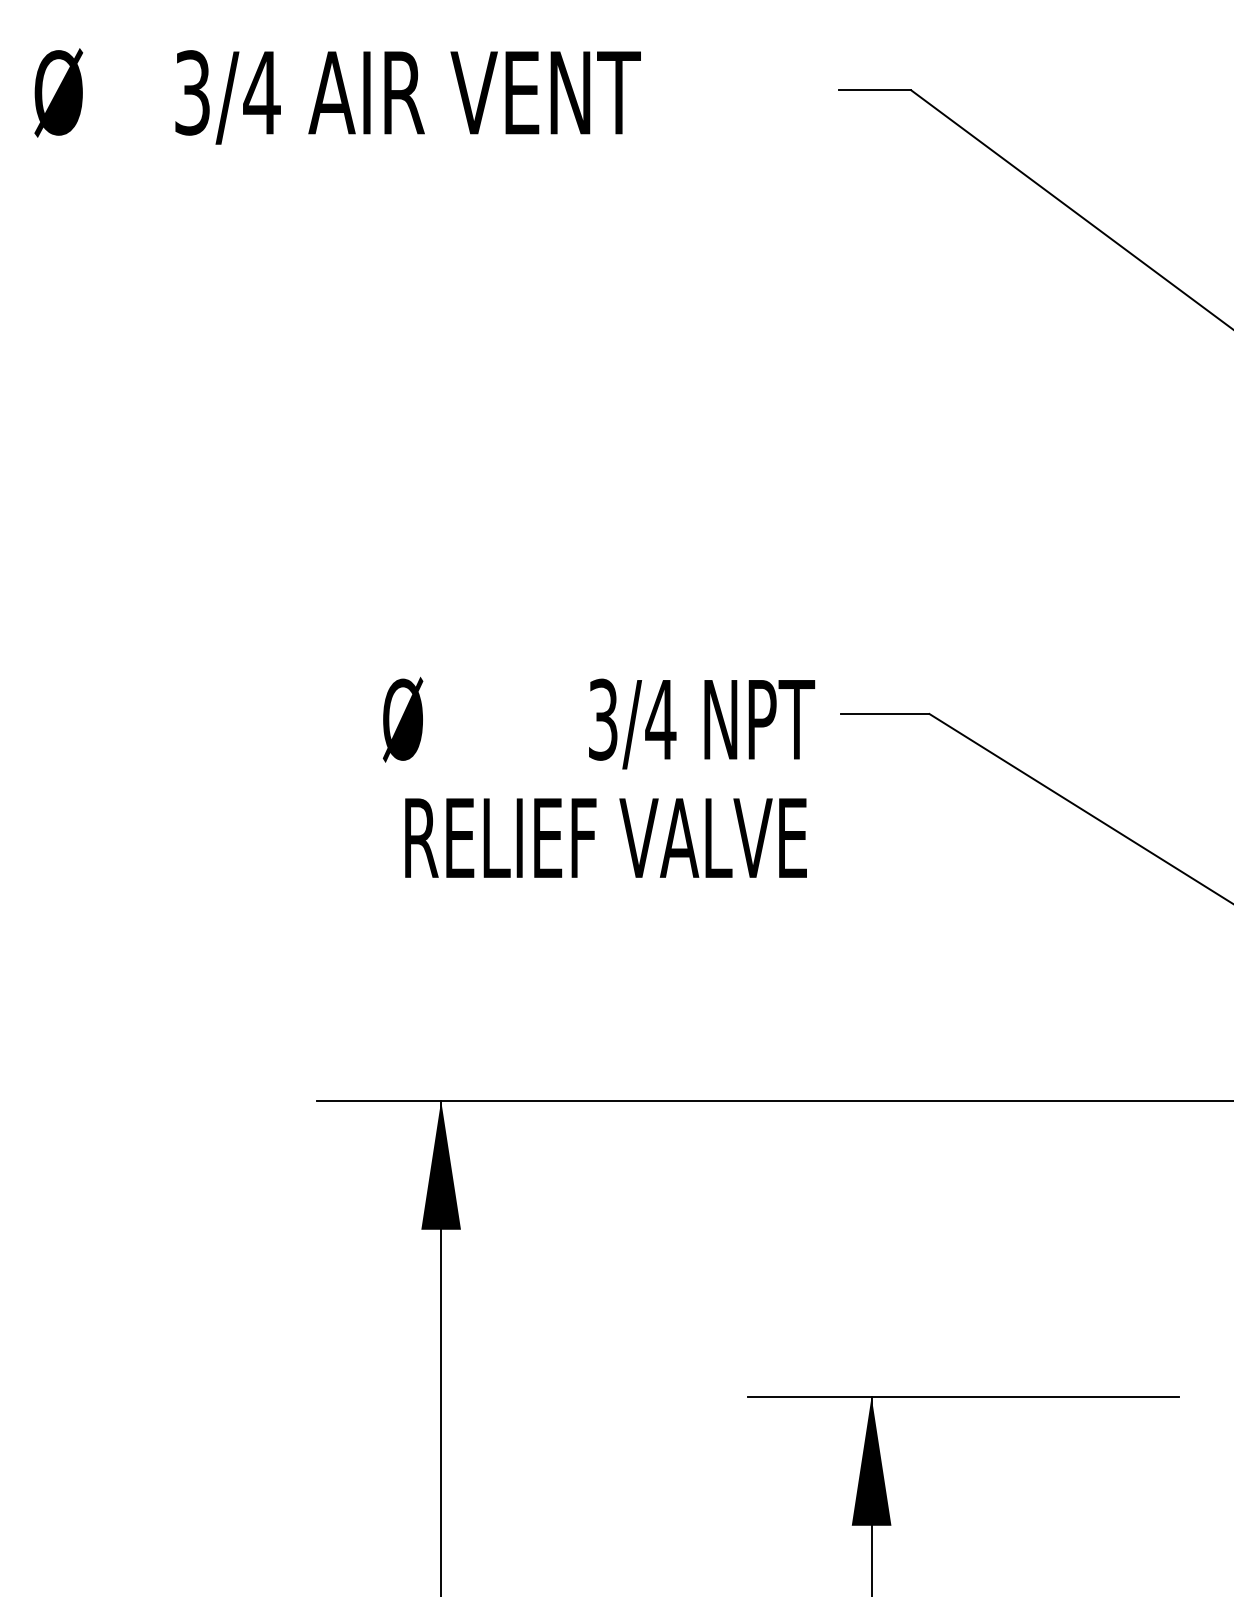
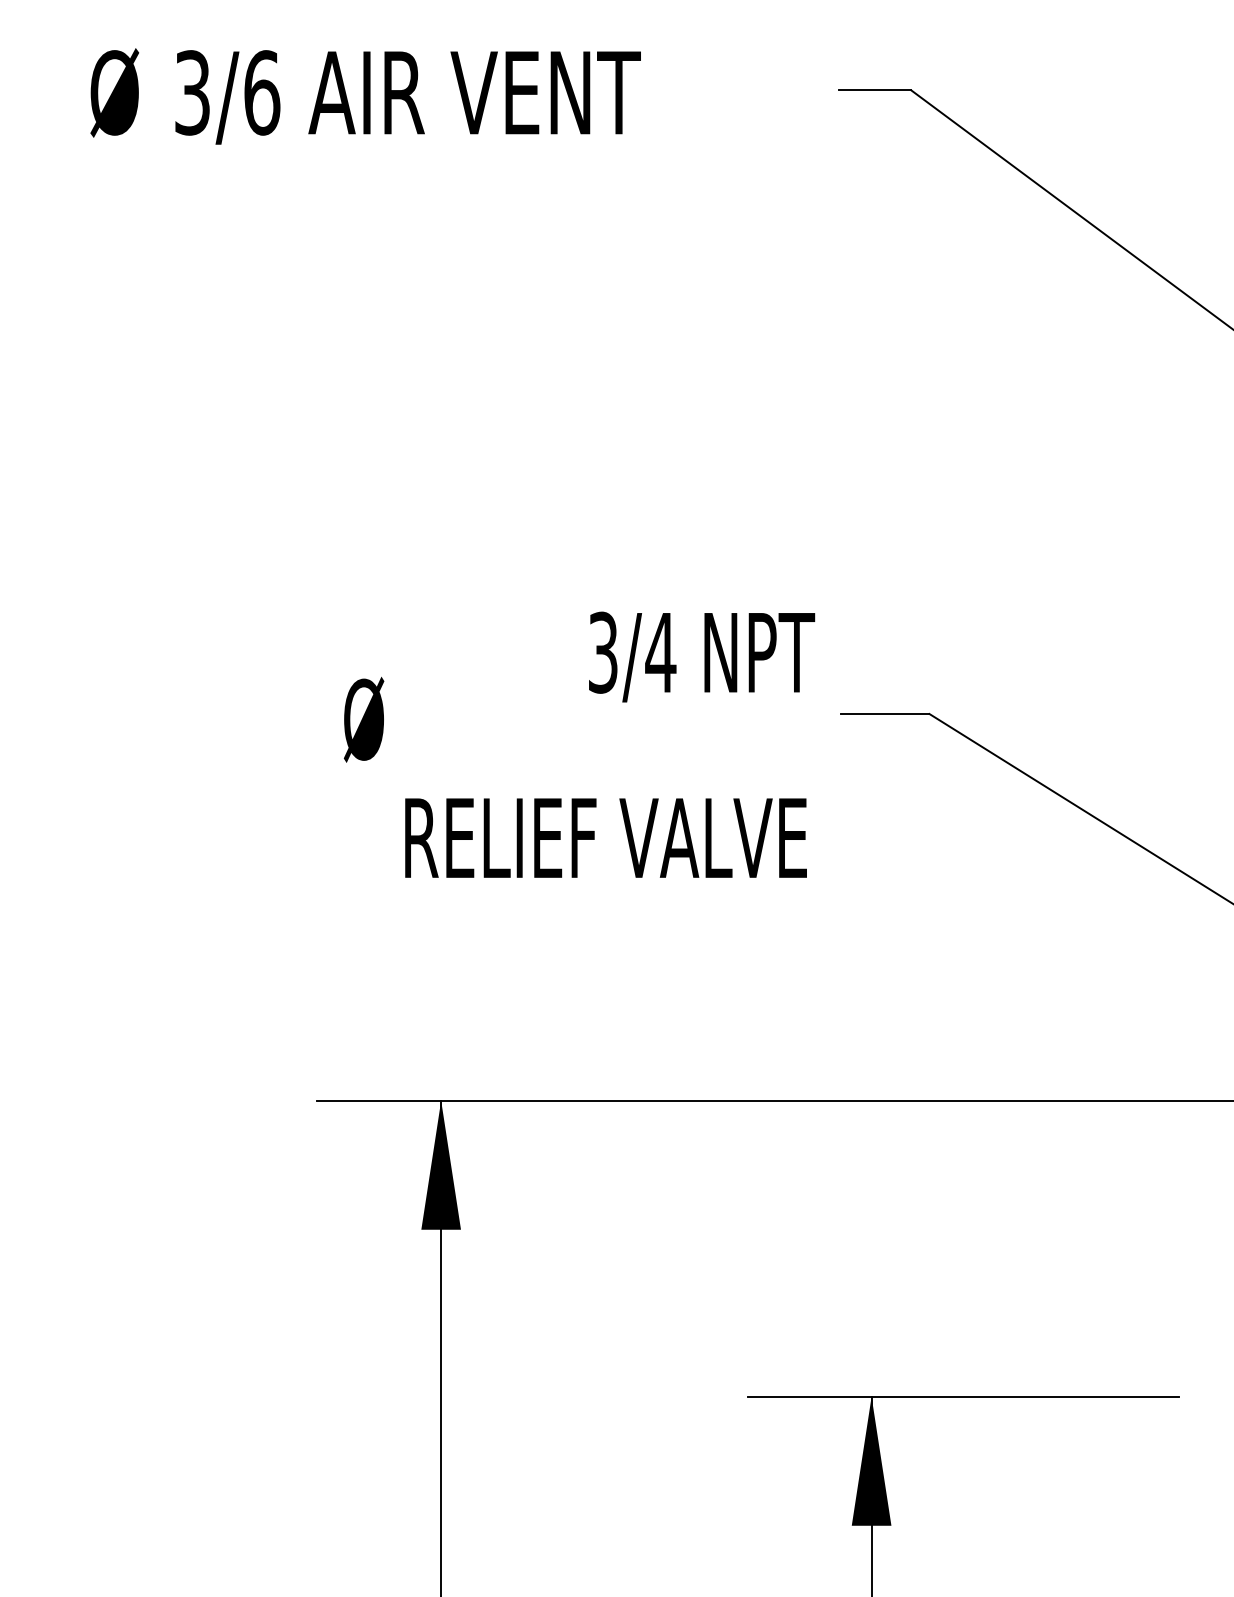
text at (58, 92) position: (58, 92) -> (114, 92)
text at (261, 92): 3/4 -> 3/6
text at (402, 719) position: (402, 719) -> (363, 719)
text at (702, 723) position: (702, 723) -> (702, 656)
